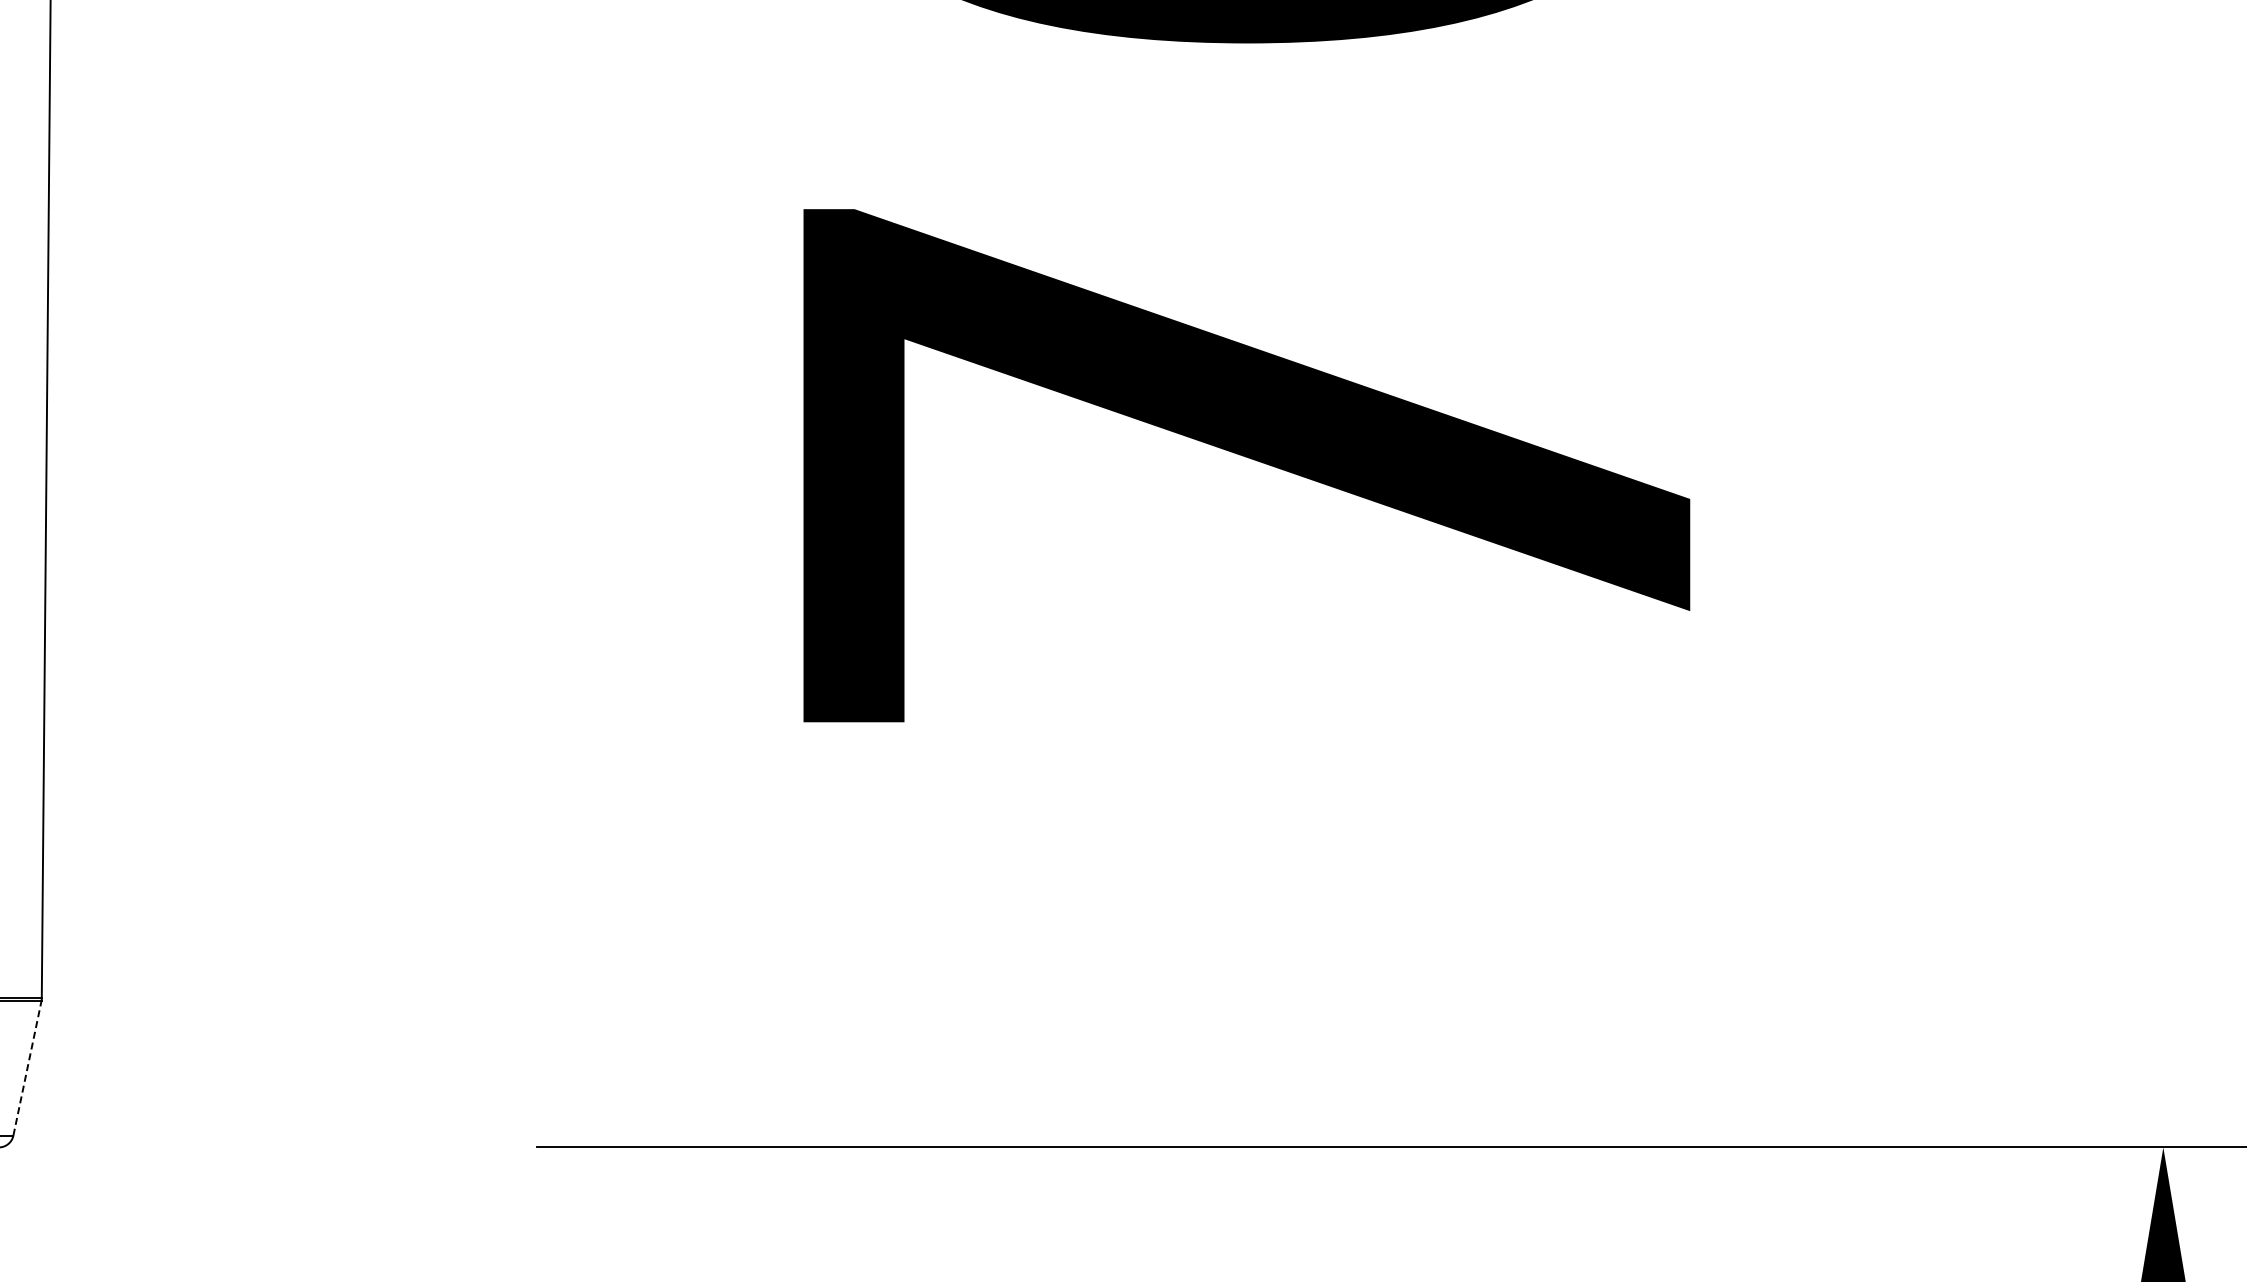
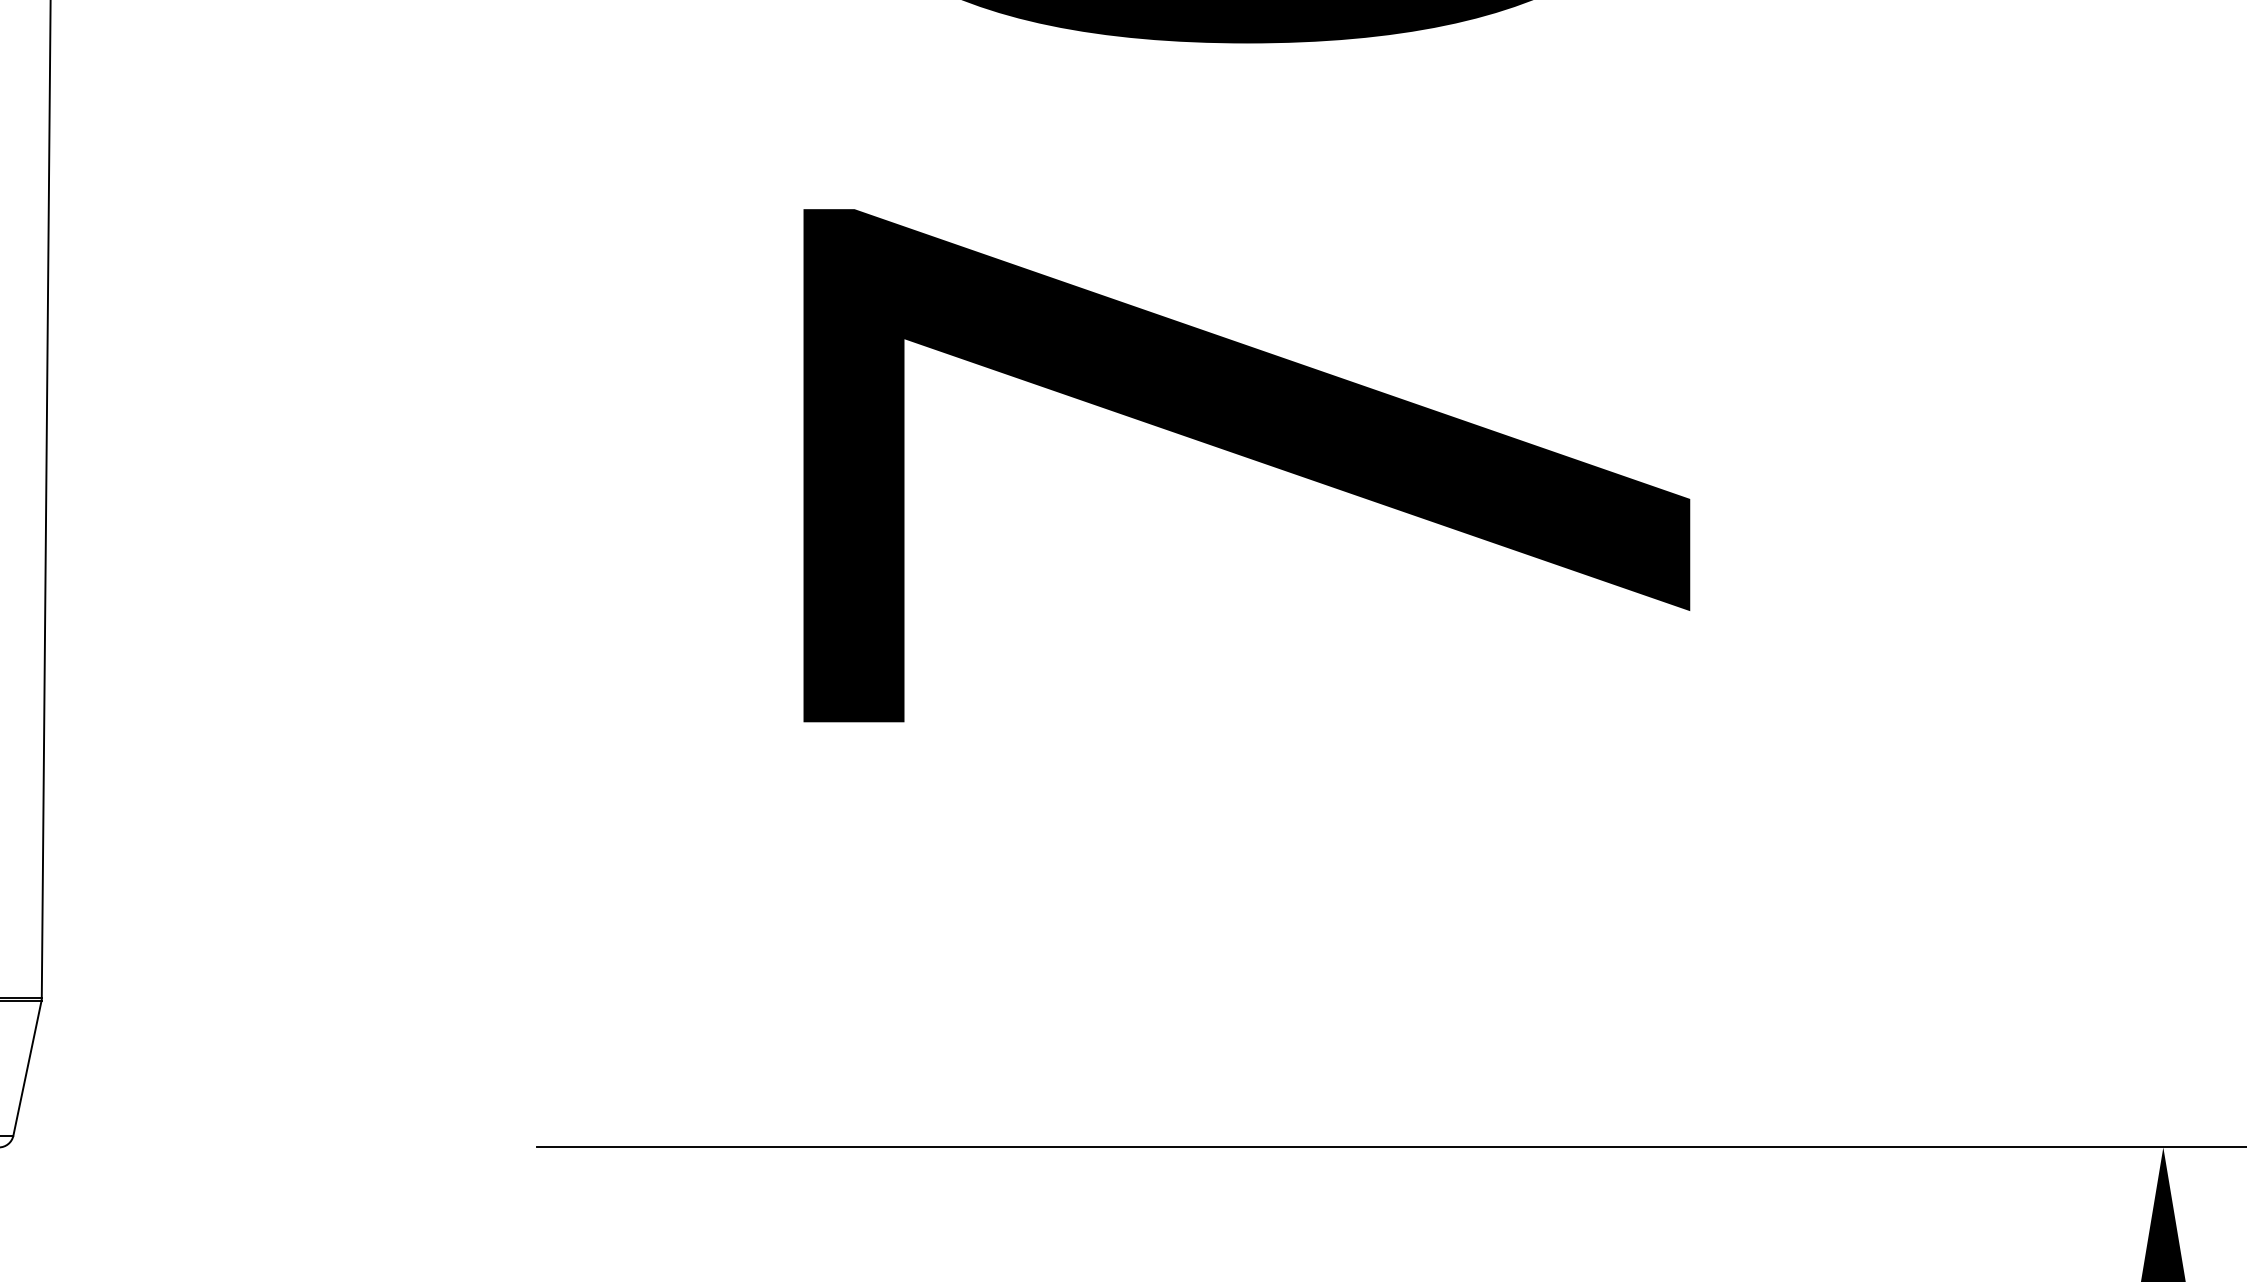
line at (27, 1068): dashed -> solid
